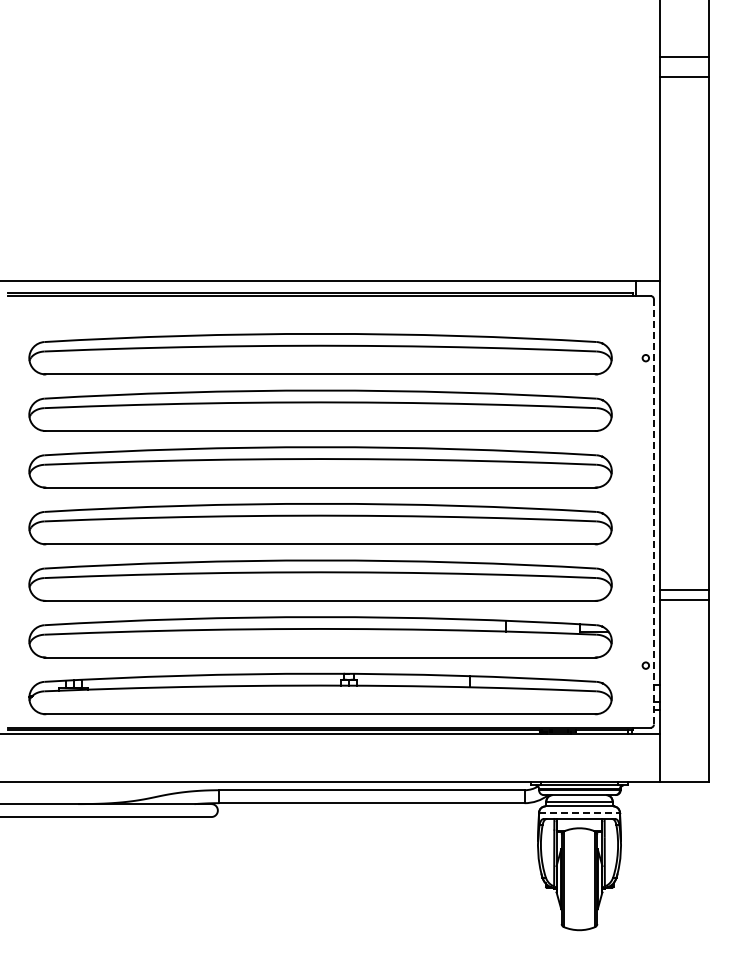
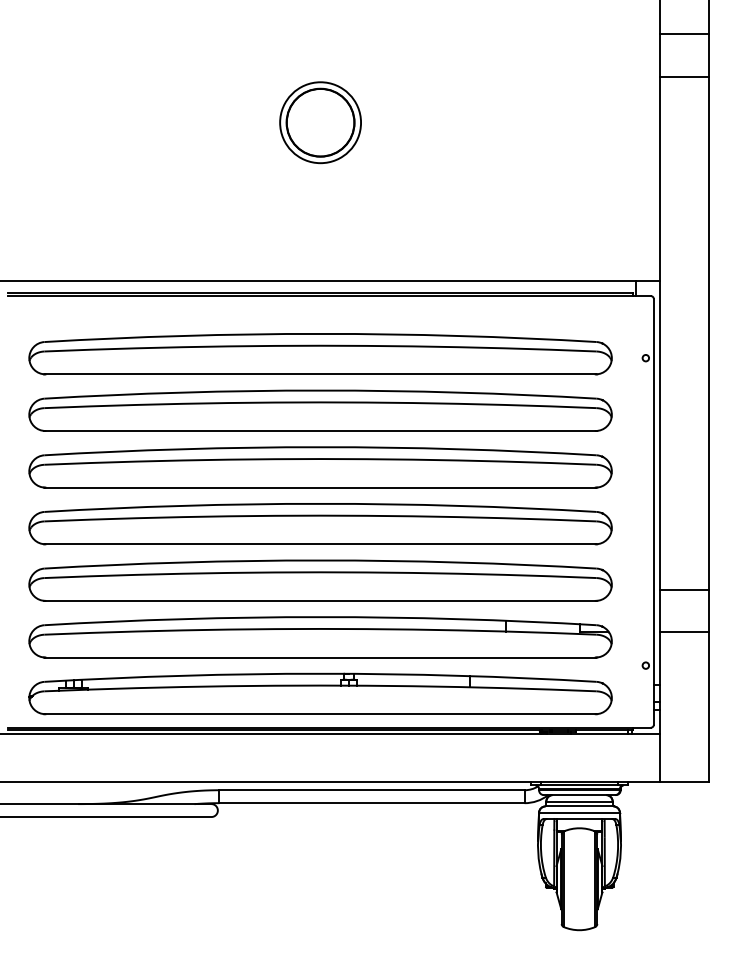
line at (684, 56) position: (684, 56) -> (684, 33)
part at (320, 122): none -> present
line at (653, 511): dashed -> solid
line at (684, 600) position: (684, 600) -> (684, 632)
line at (580, 812): dashed -> solid
